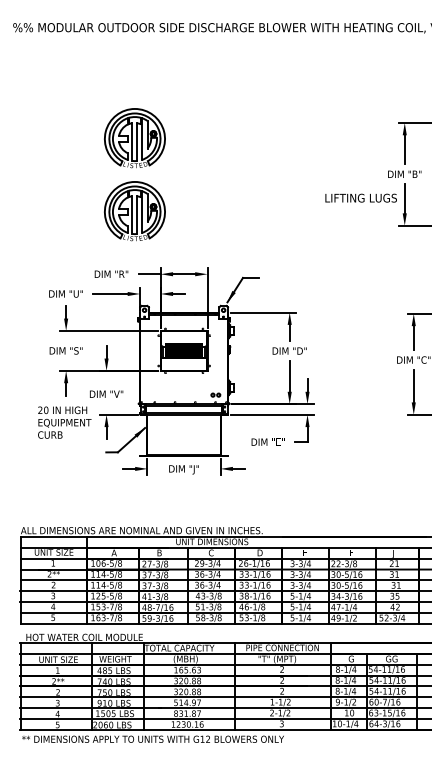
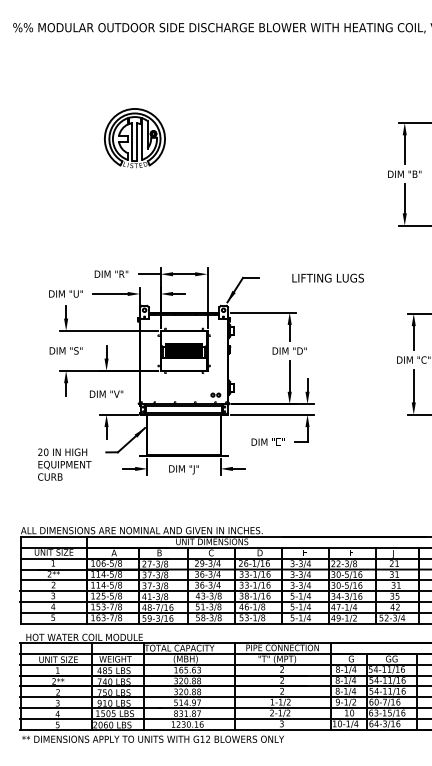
text at (360, 197) position: (360, 197) -> (327, 277)
part at (134, 211): present -> none
text at (64, 422) position: (64, 422) -> (64, 464)
